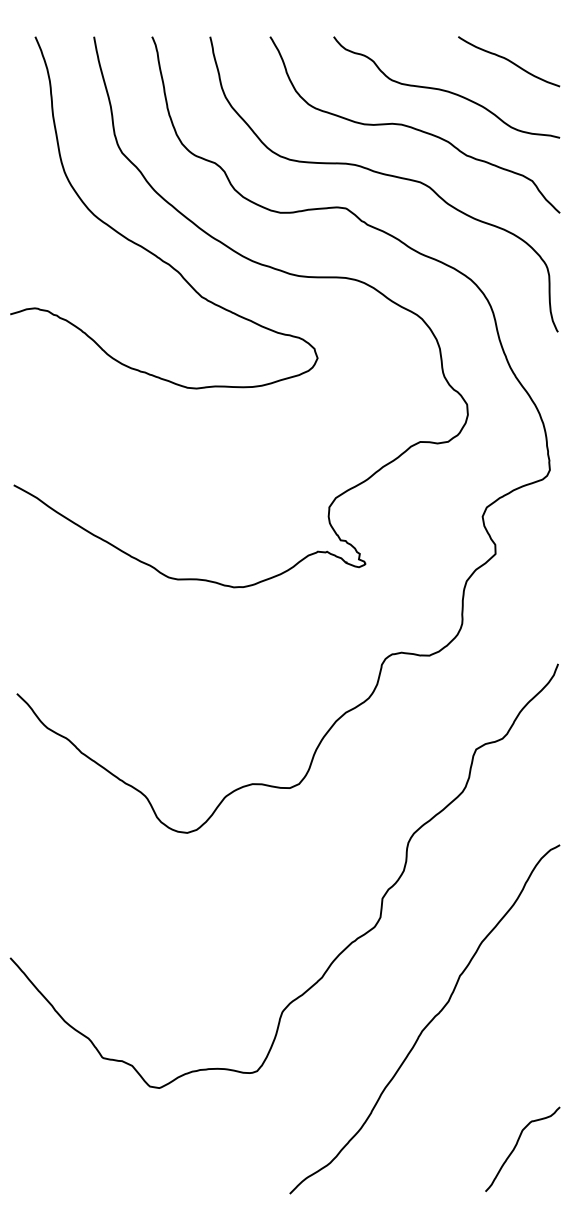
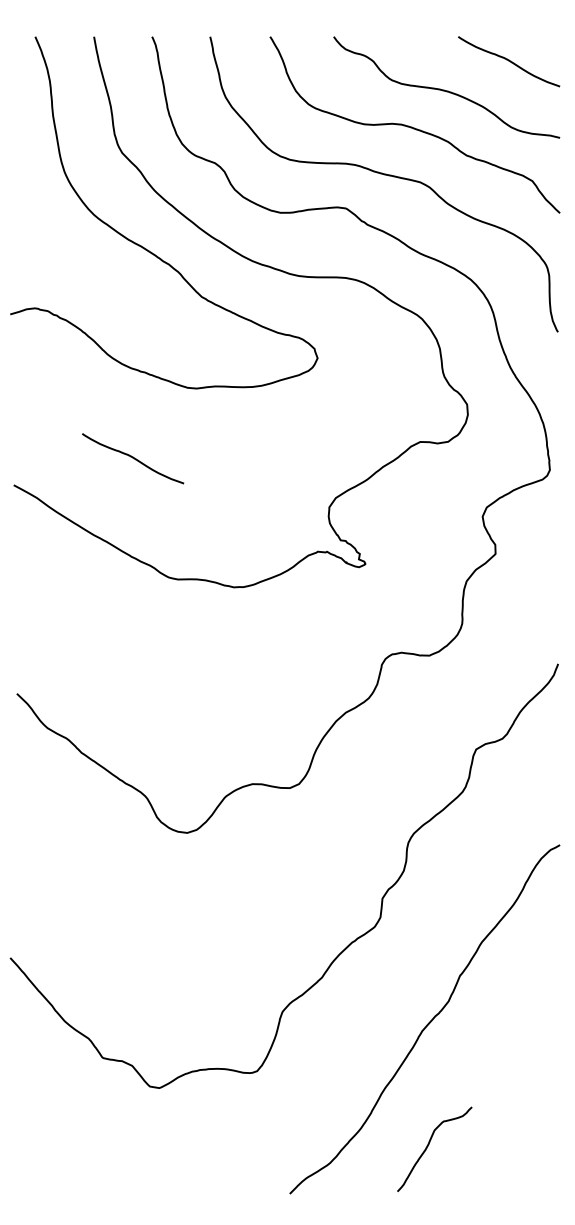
curve at (133, 458): none -> present
curve at (516, 1146) position: (516, 1146) -> (428, 1146)
